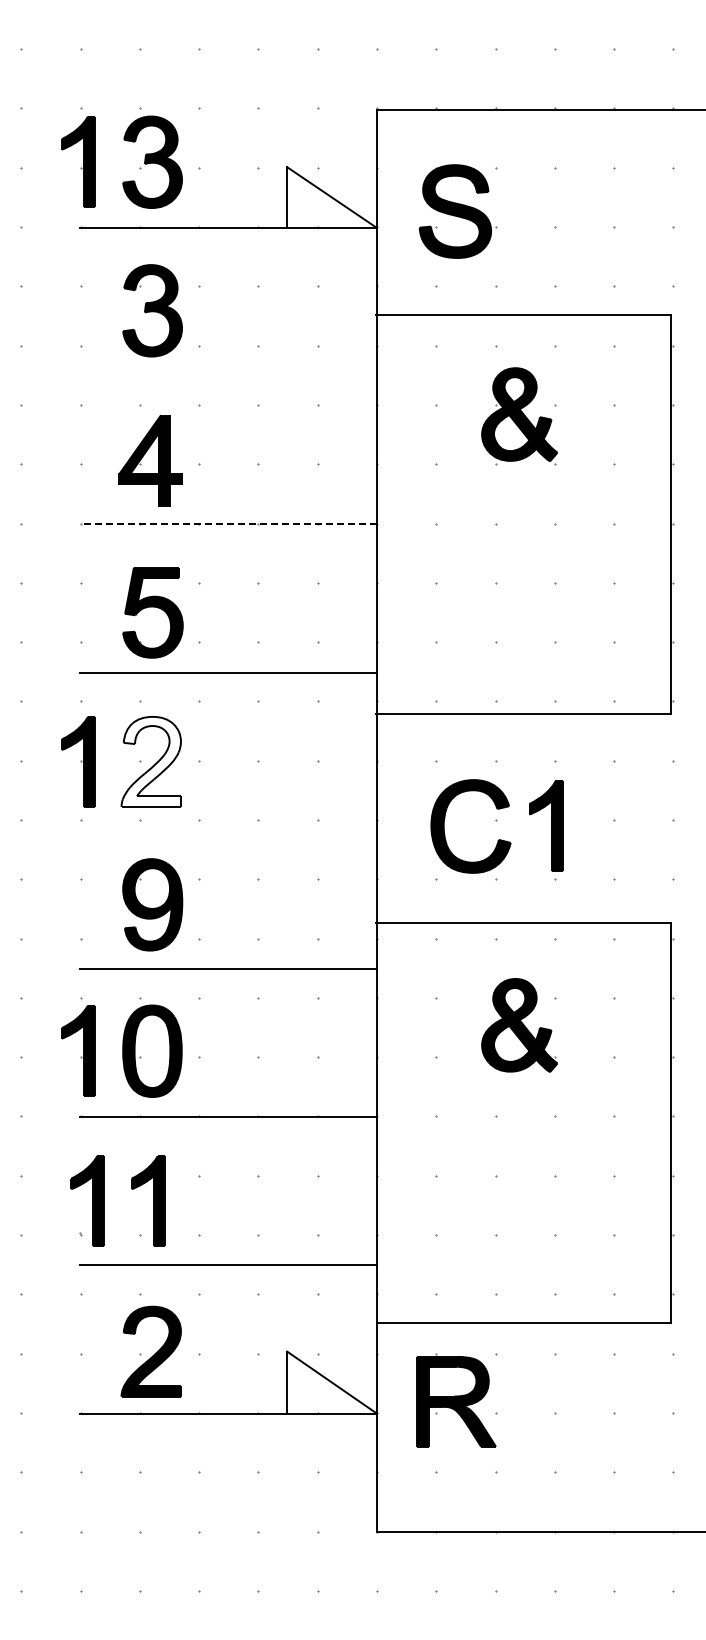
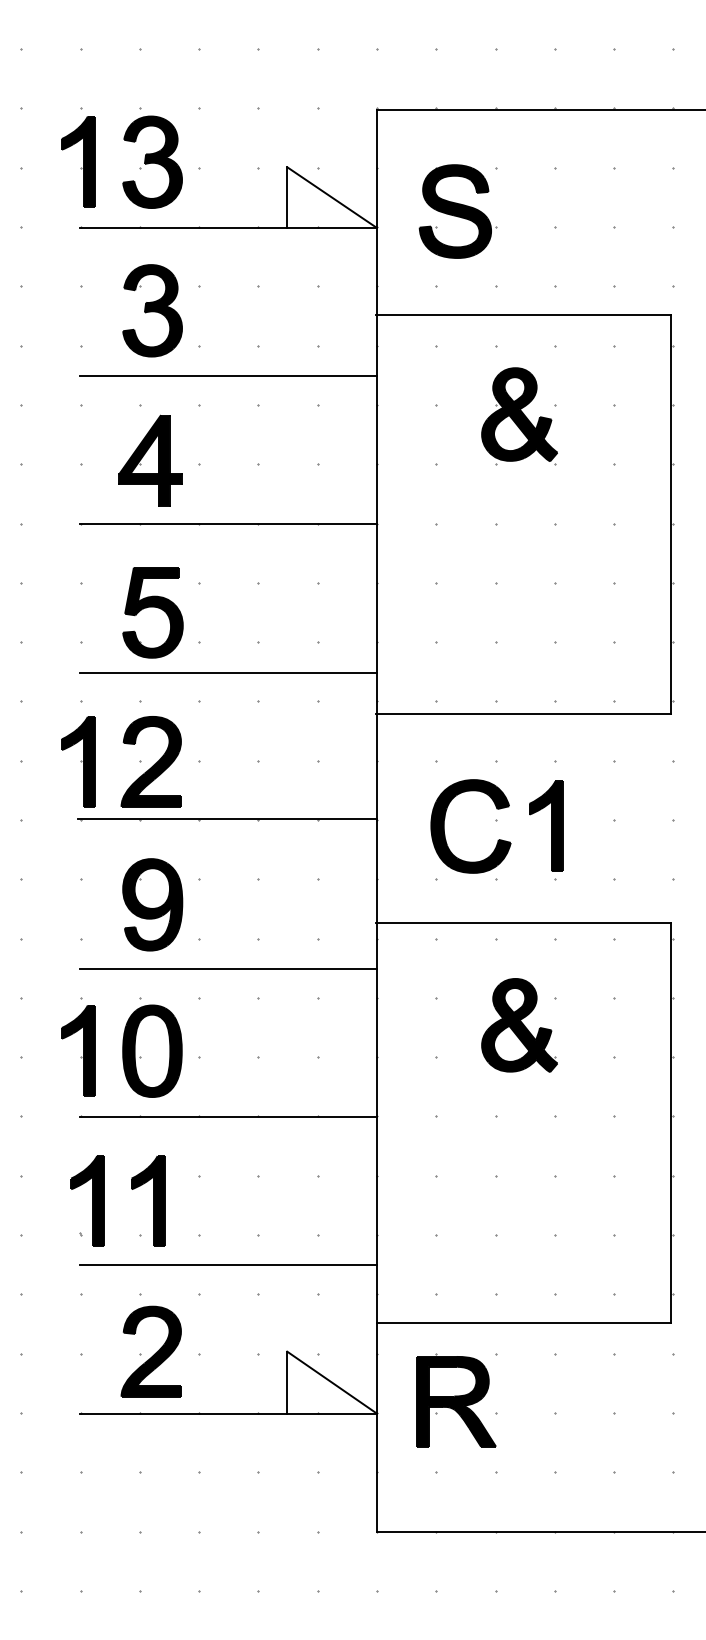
line at (228, 376): none -> present
line at (228, 524): dashed -> solid
fill at (151, 761): none -> present
line at (227, 818): none -> present
